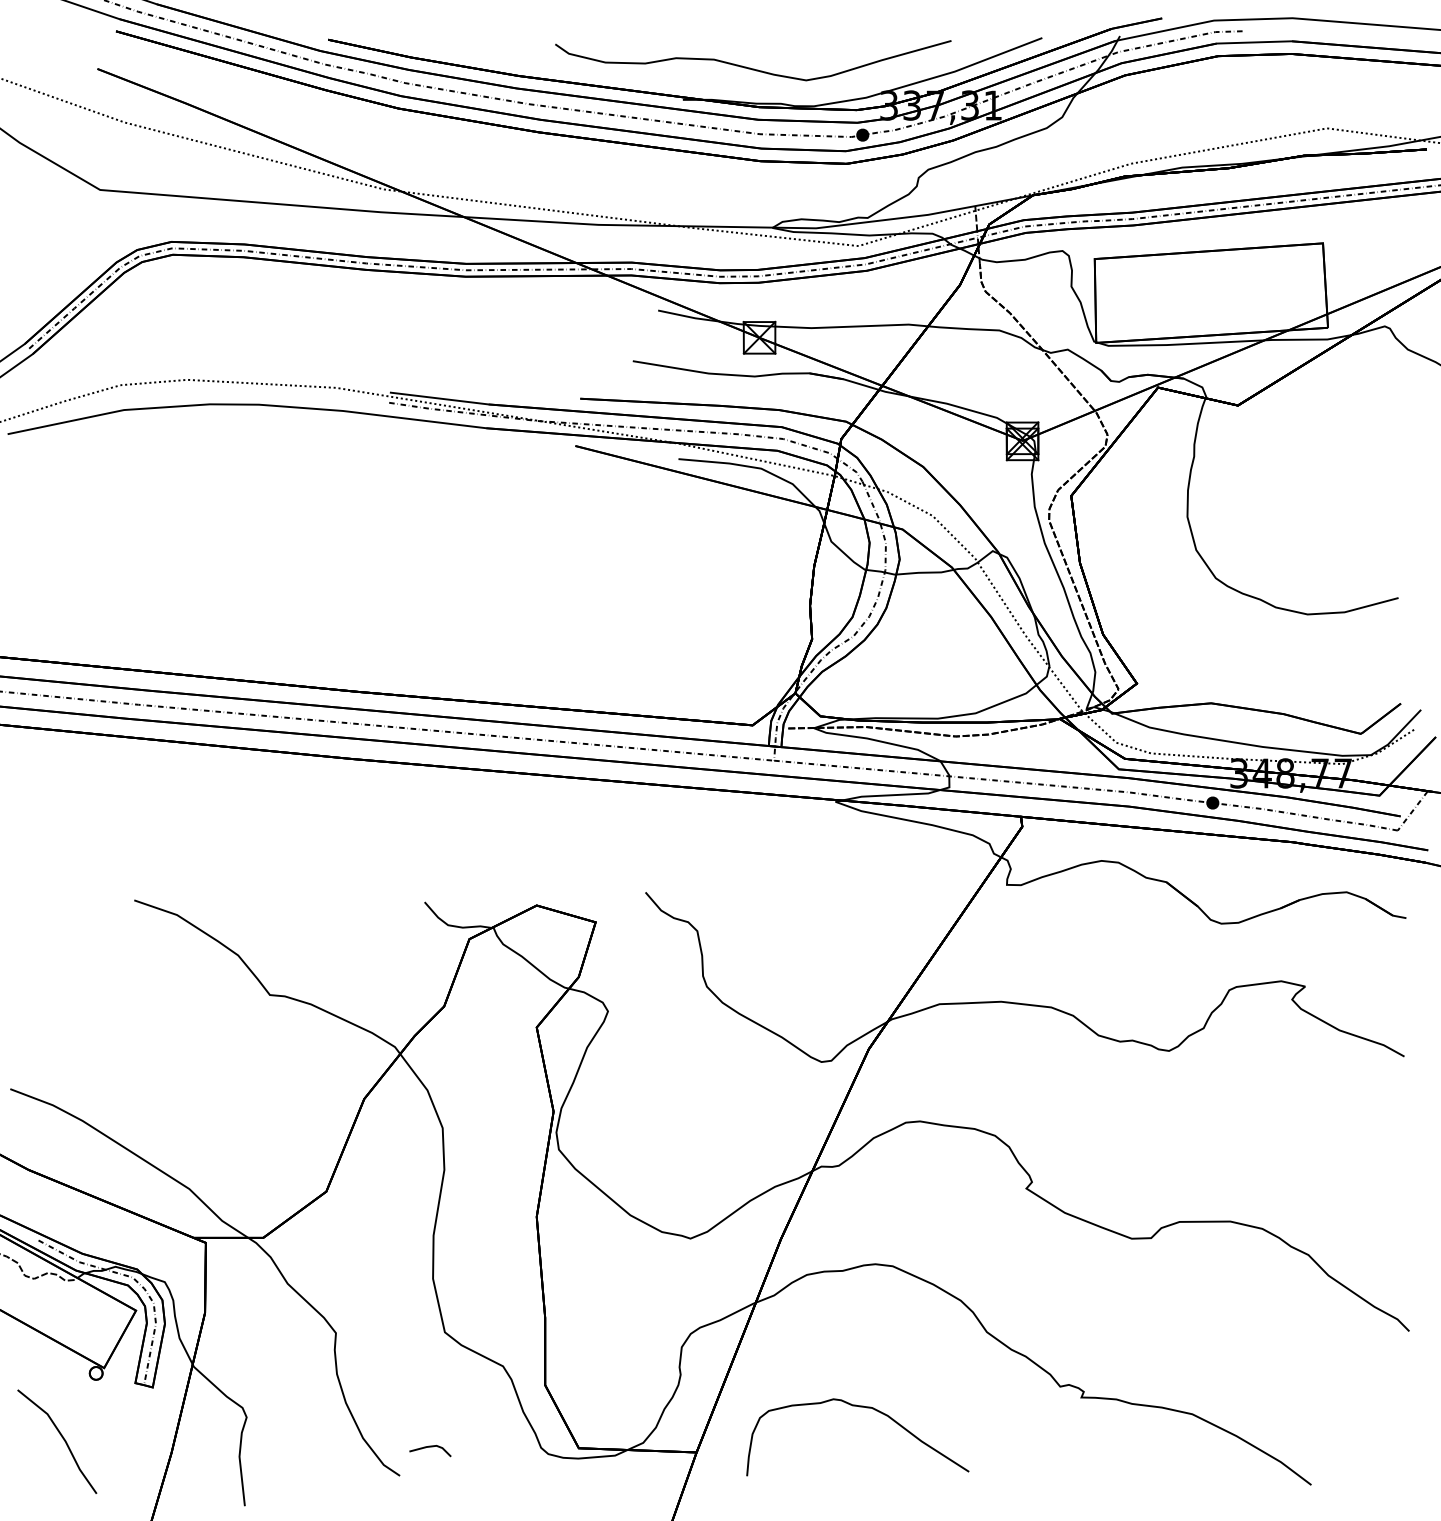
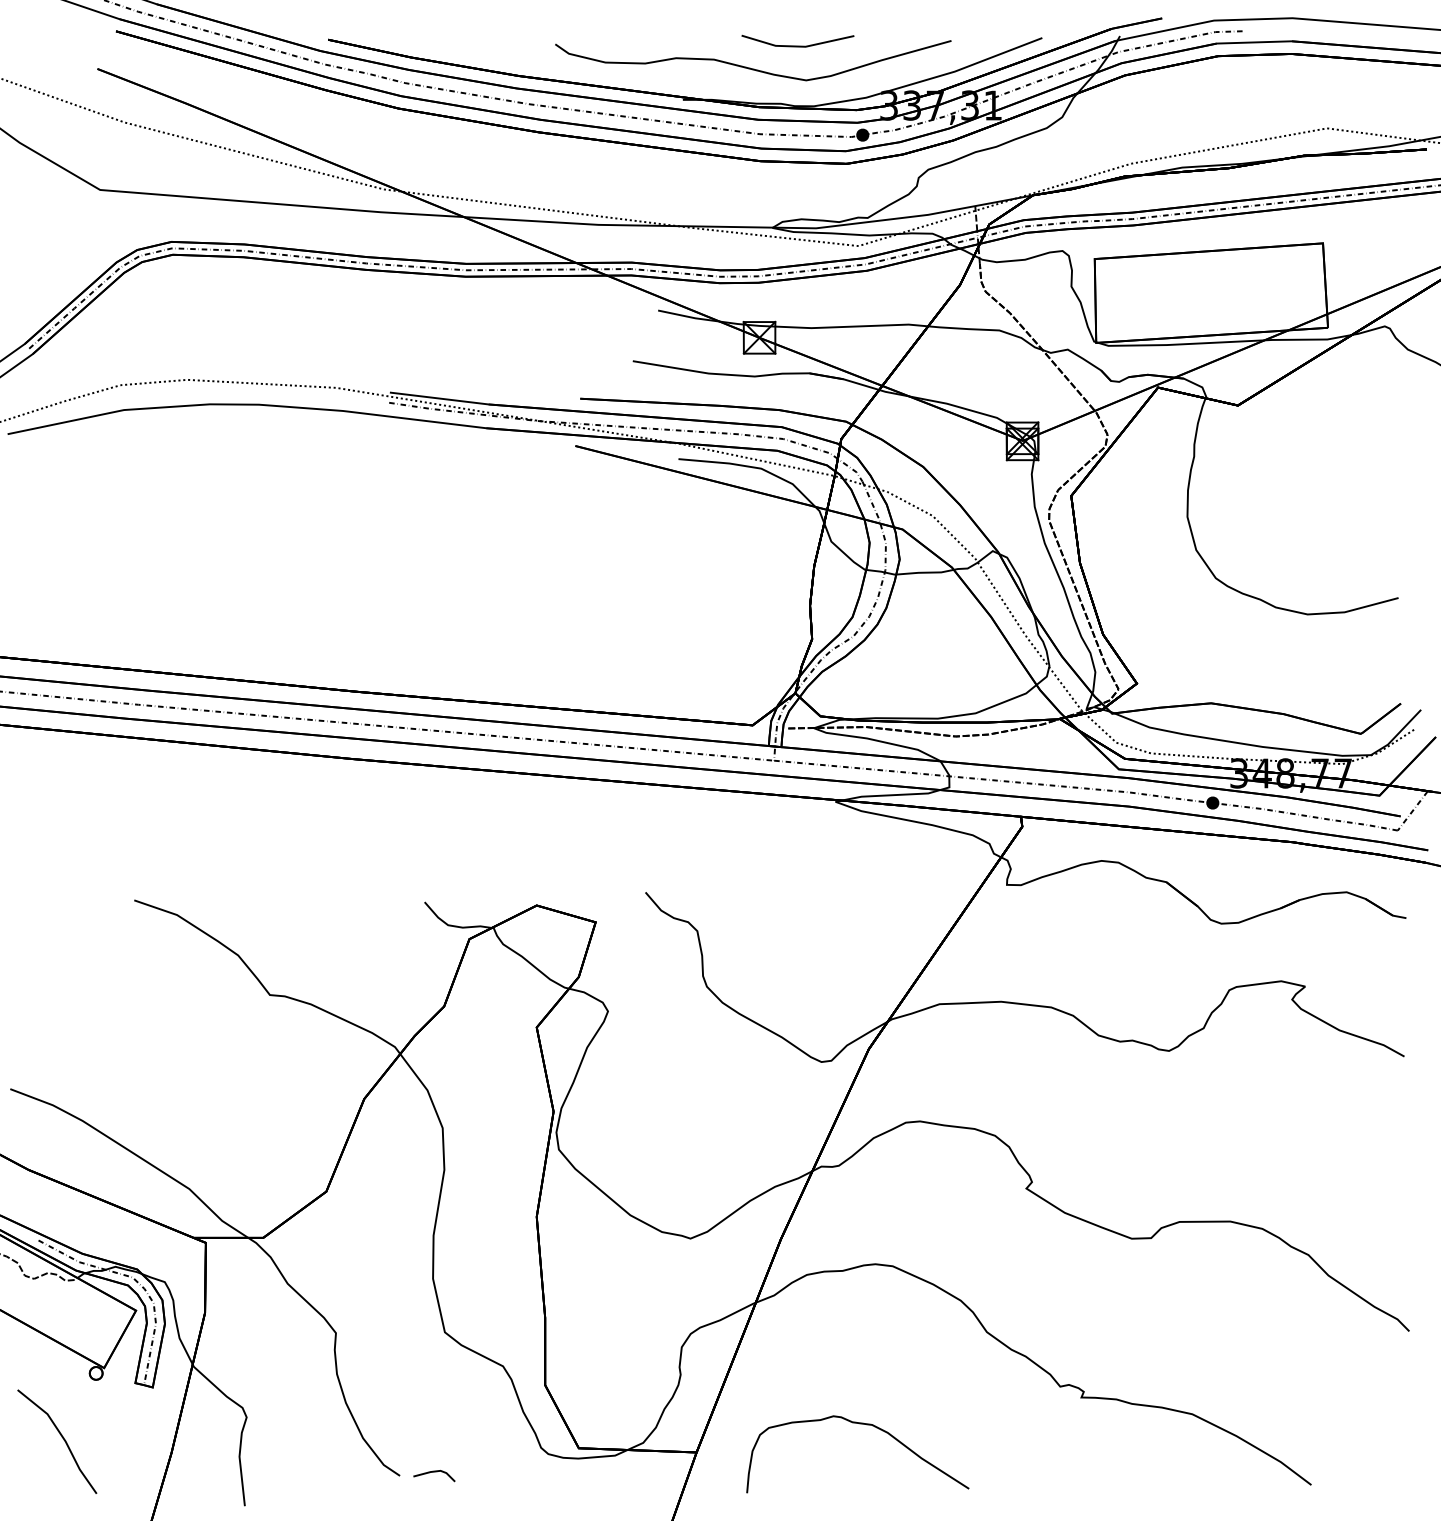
line at (797, 45): none -> present
curve at (859, 1407) position: (859, 1407) -> (859, 1424)
line at (430, 1447) position: (430, 1447) -> (434, 1472)
